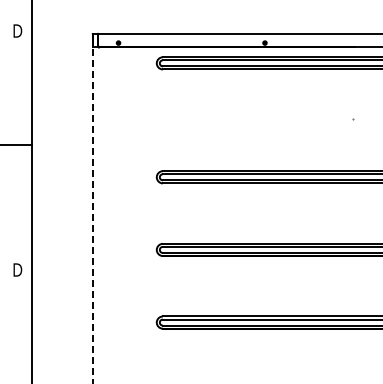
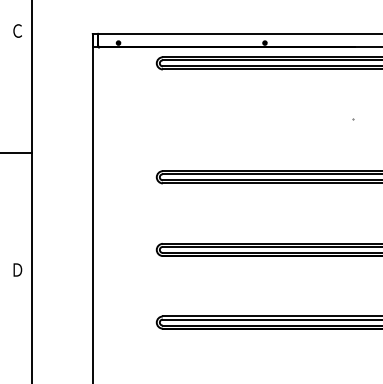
text at (17, 30): Ｄ -> Ｃ
line at (16, 144) position: (16, 144) -> (16, 152)
line at (92, 214): dashed -> solid
